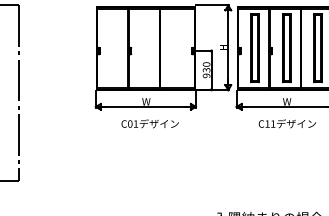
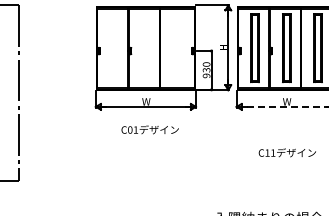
line at (285, 106): solid -> dashed
text at (149, 123) position: (149, 123) -> (149, 129)
text at (286, 123) position: (286, 123) -> (286, 152)
